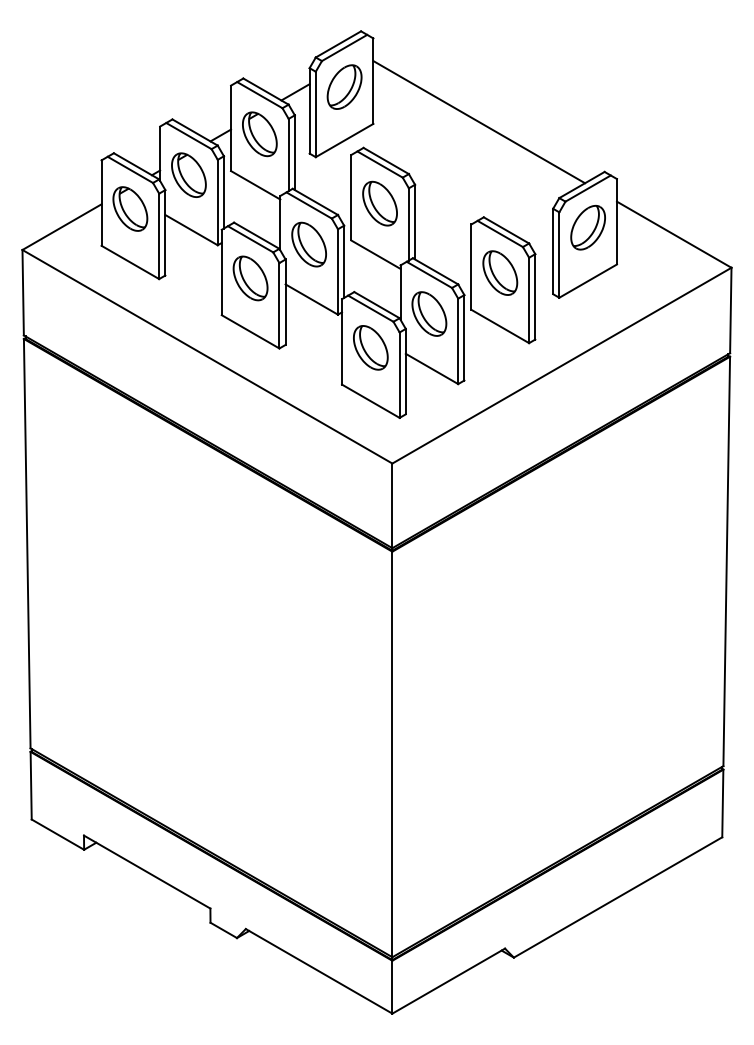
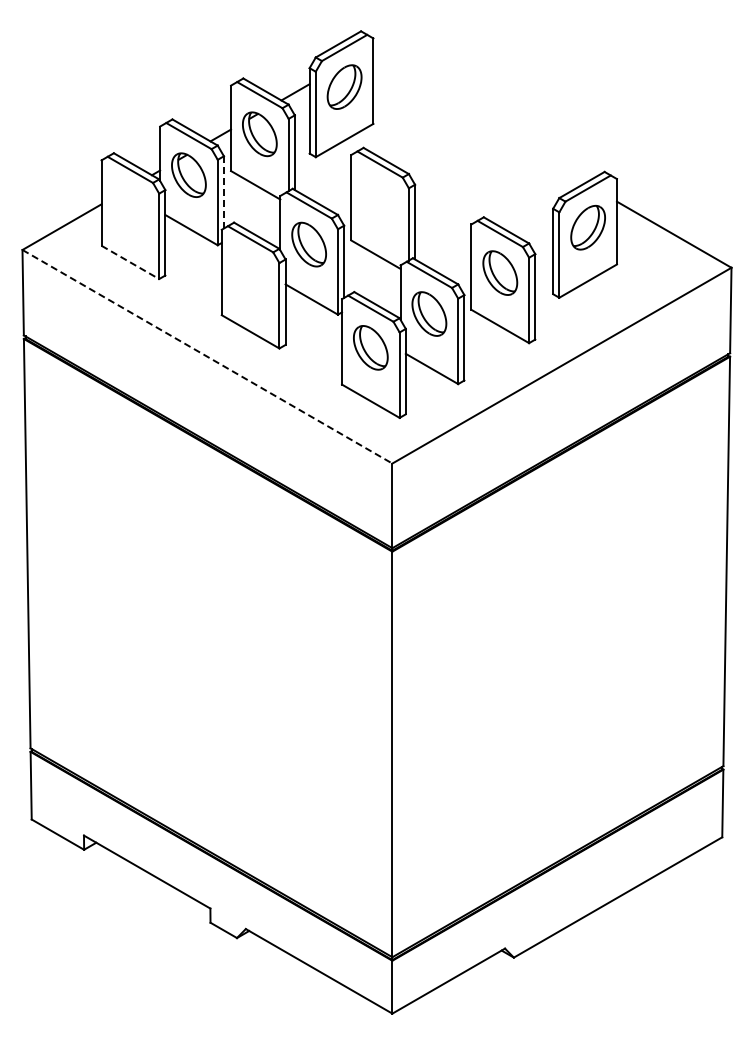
line at (479, 122): present -> none
line at (223, 191): solid -> dashed
part at (379, 203): present -> none
part at (130, 208): present -> none
line at (130, 262): solid -> dashed
part at (250, 278): present -> none
line at (207, 356): solid -> dashed
